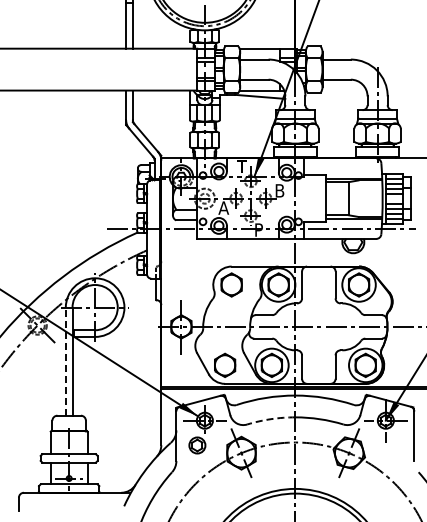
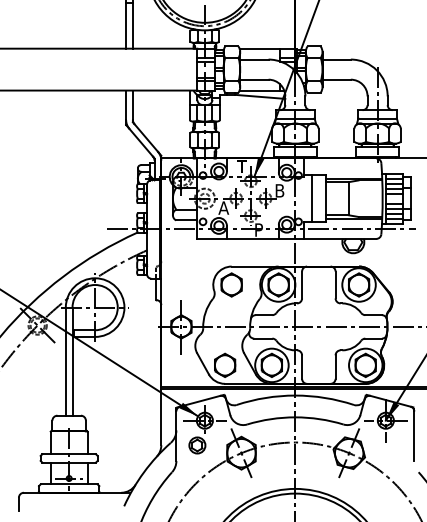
line at (312, 198): none -> present
line at (65, 361): dashed -> solid
arc at (271, 419): dashed -> solid
